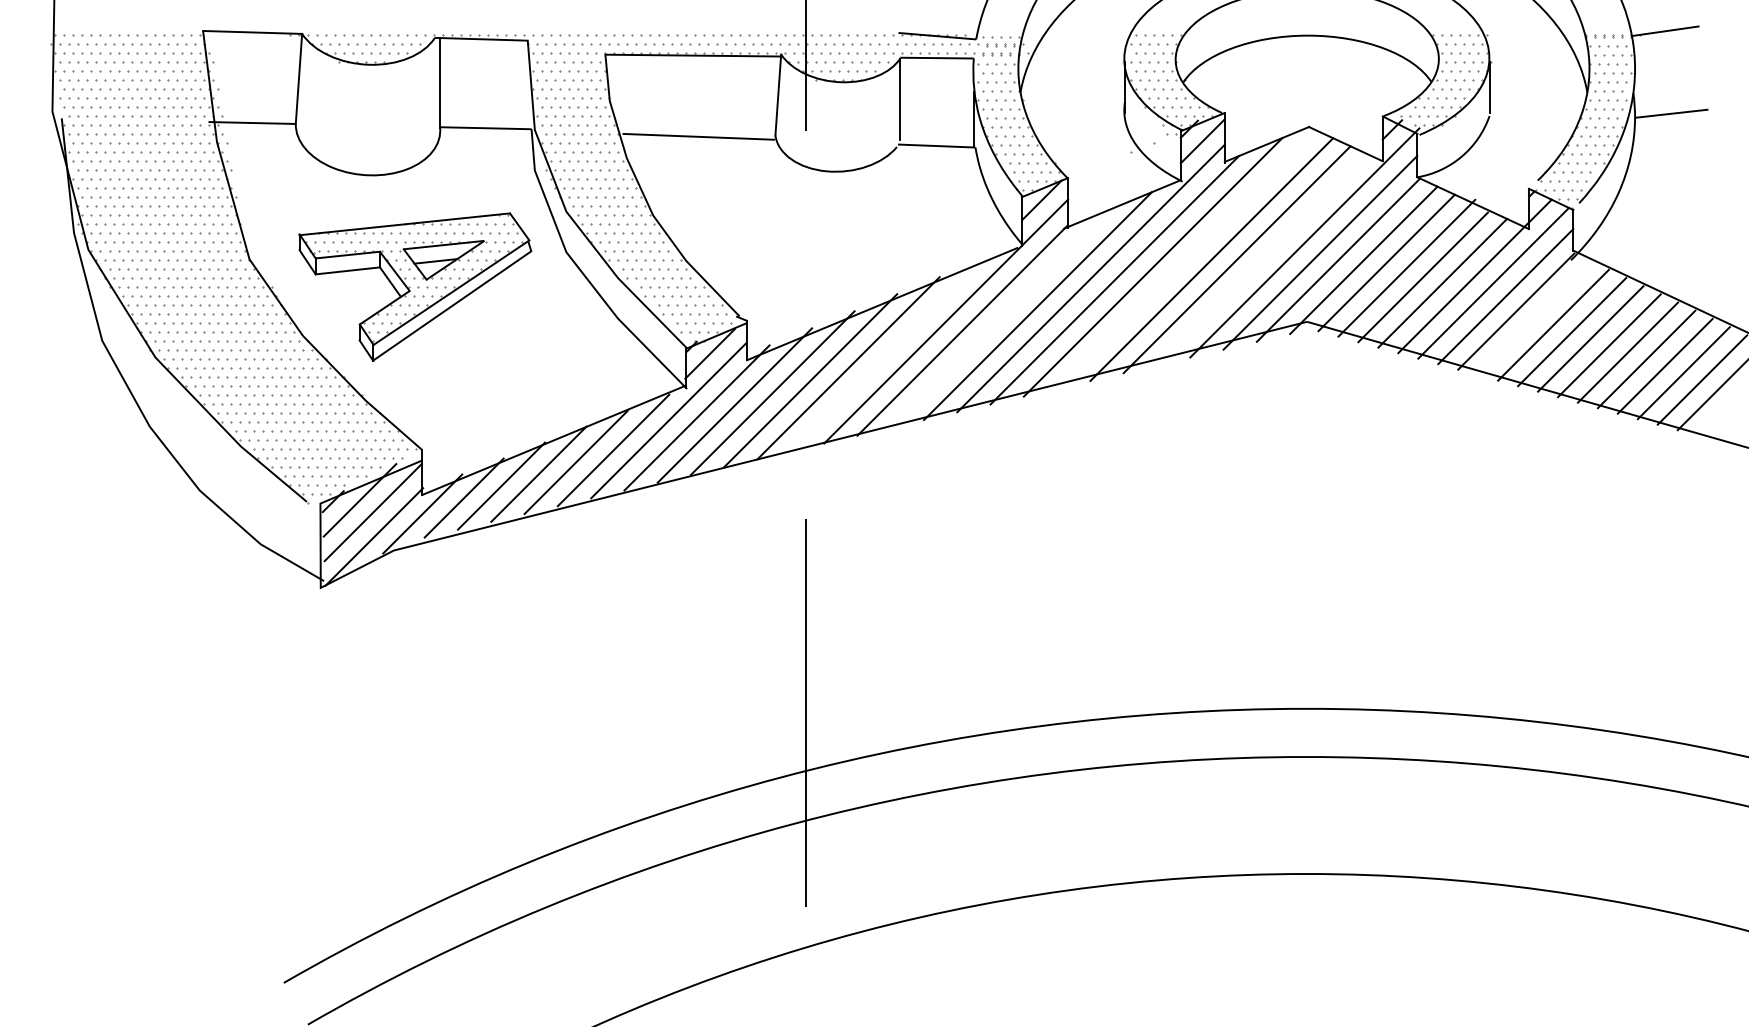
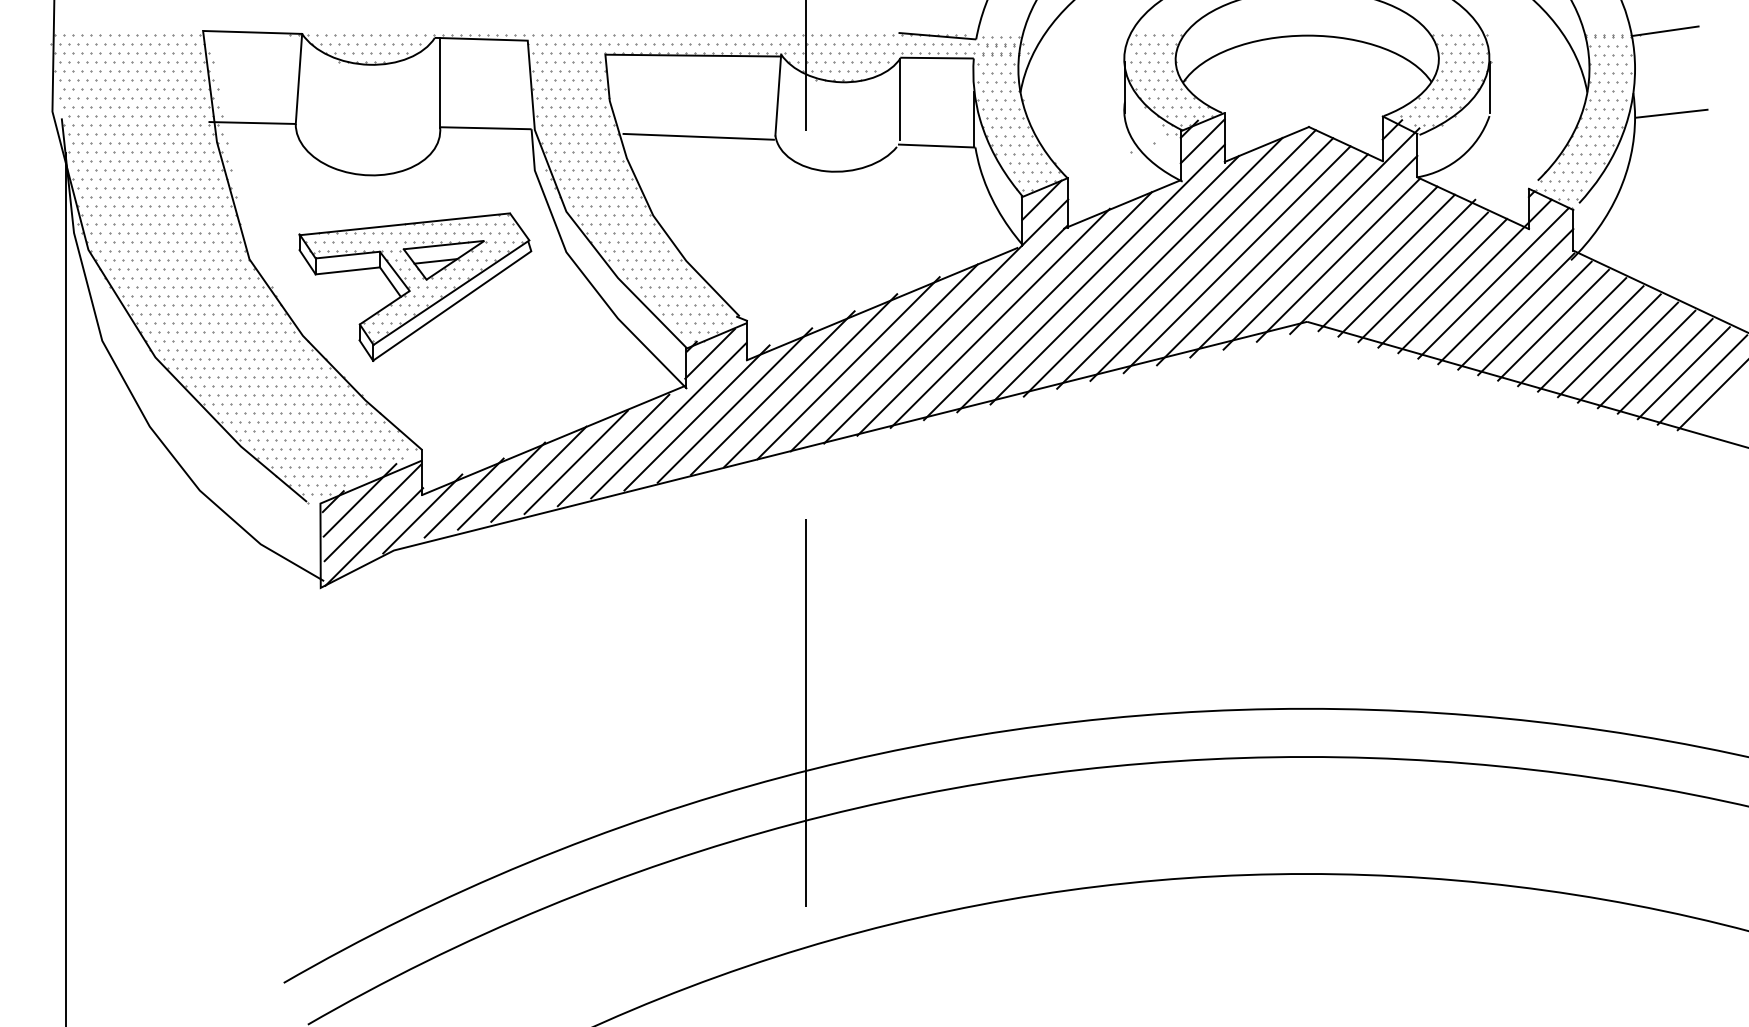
line at (1186, 259): none -> present
line at (1262, 259): none -> present
line at (999, 317): none -> present
line at (1534, 318): none -> present
line at (883, 357): none -> present
line at (66, 588): none -> present
